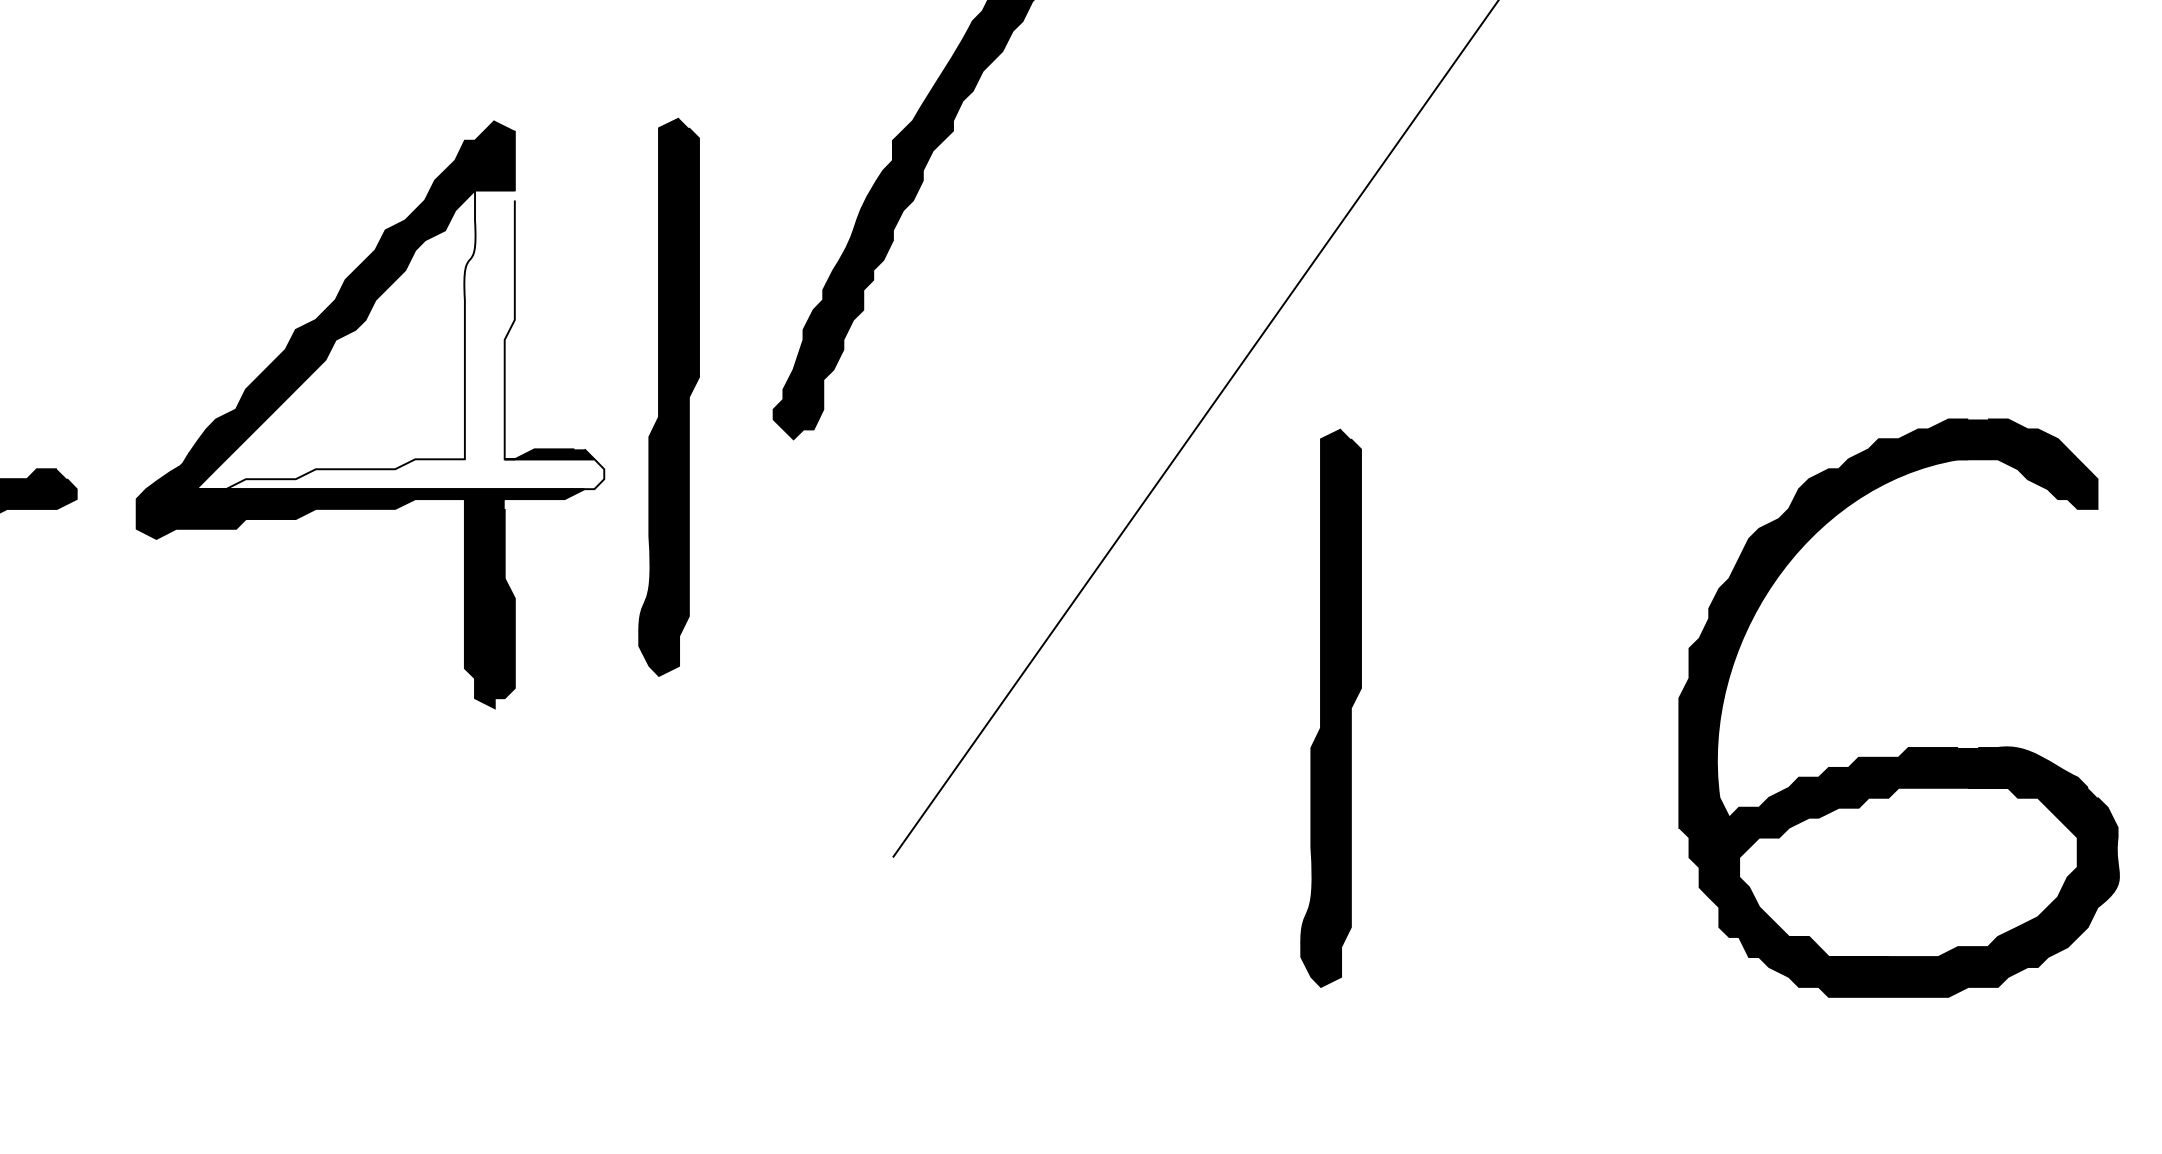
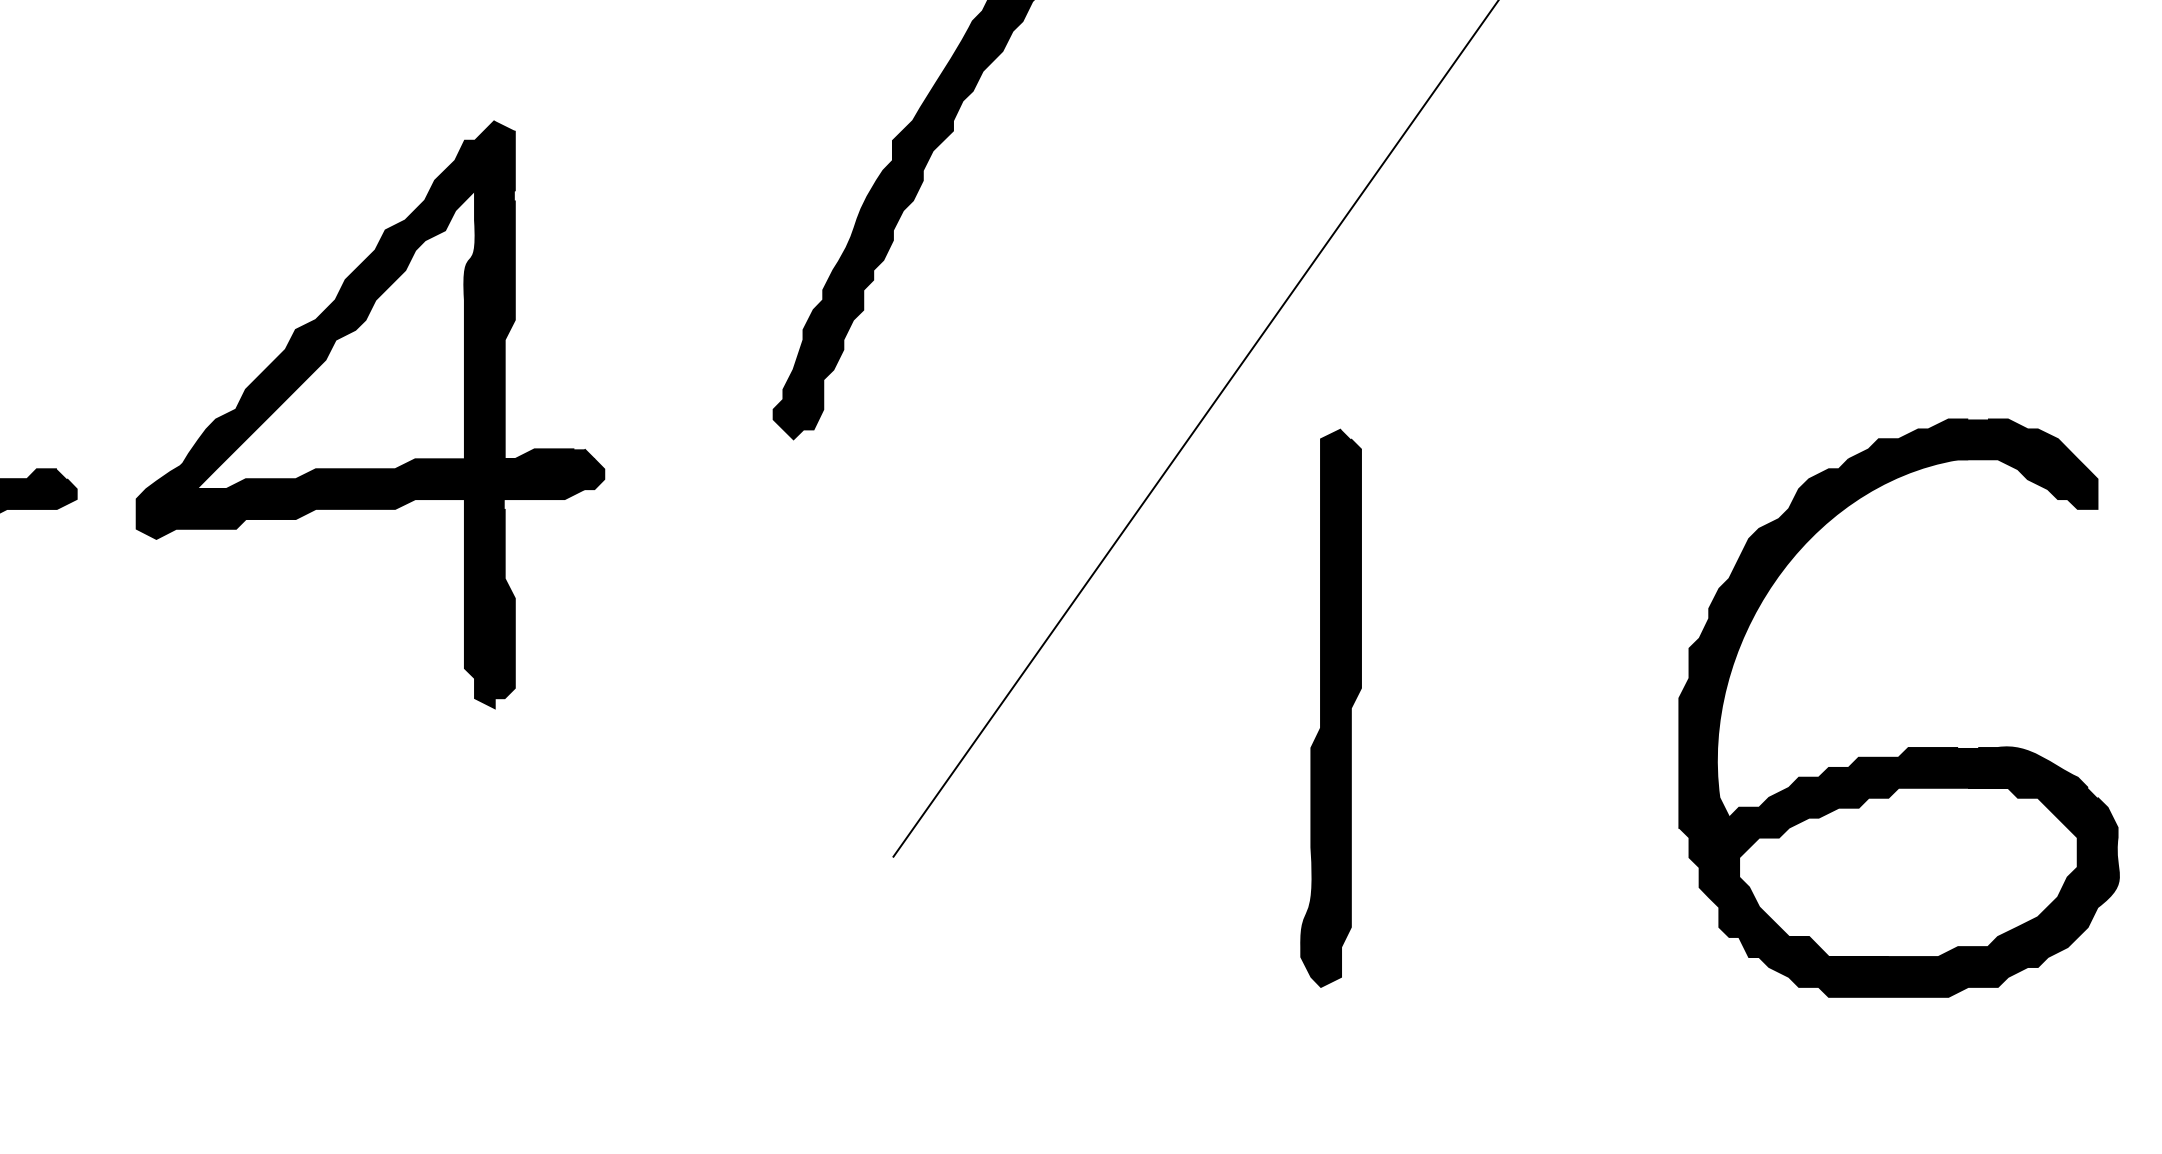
fill at (400, 339): none -> present
part at (668, 396): present -> none
